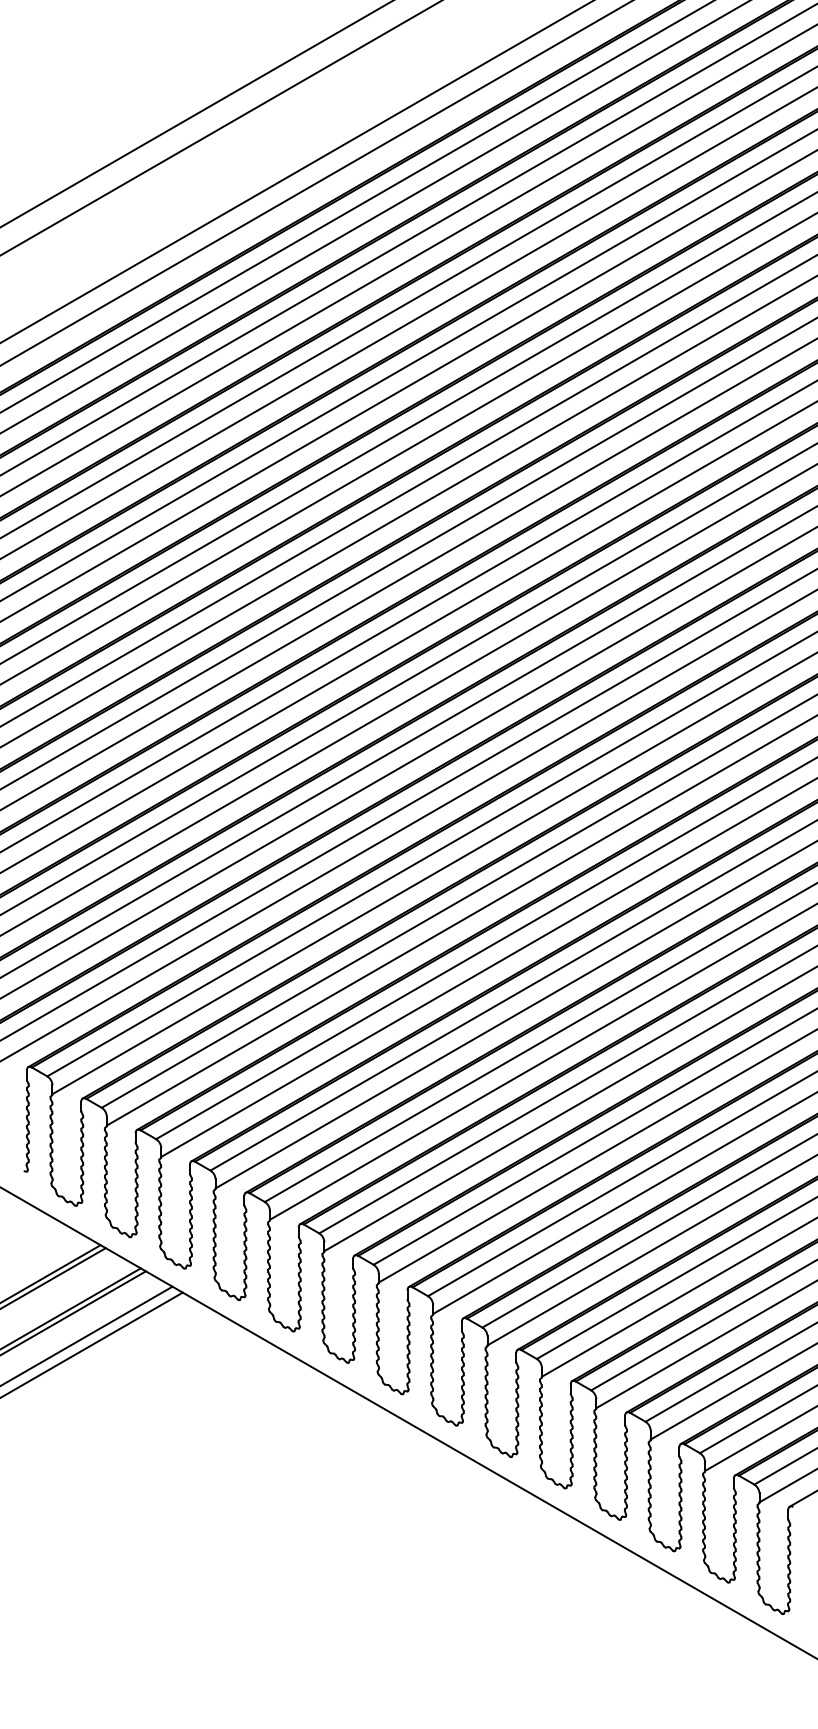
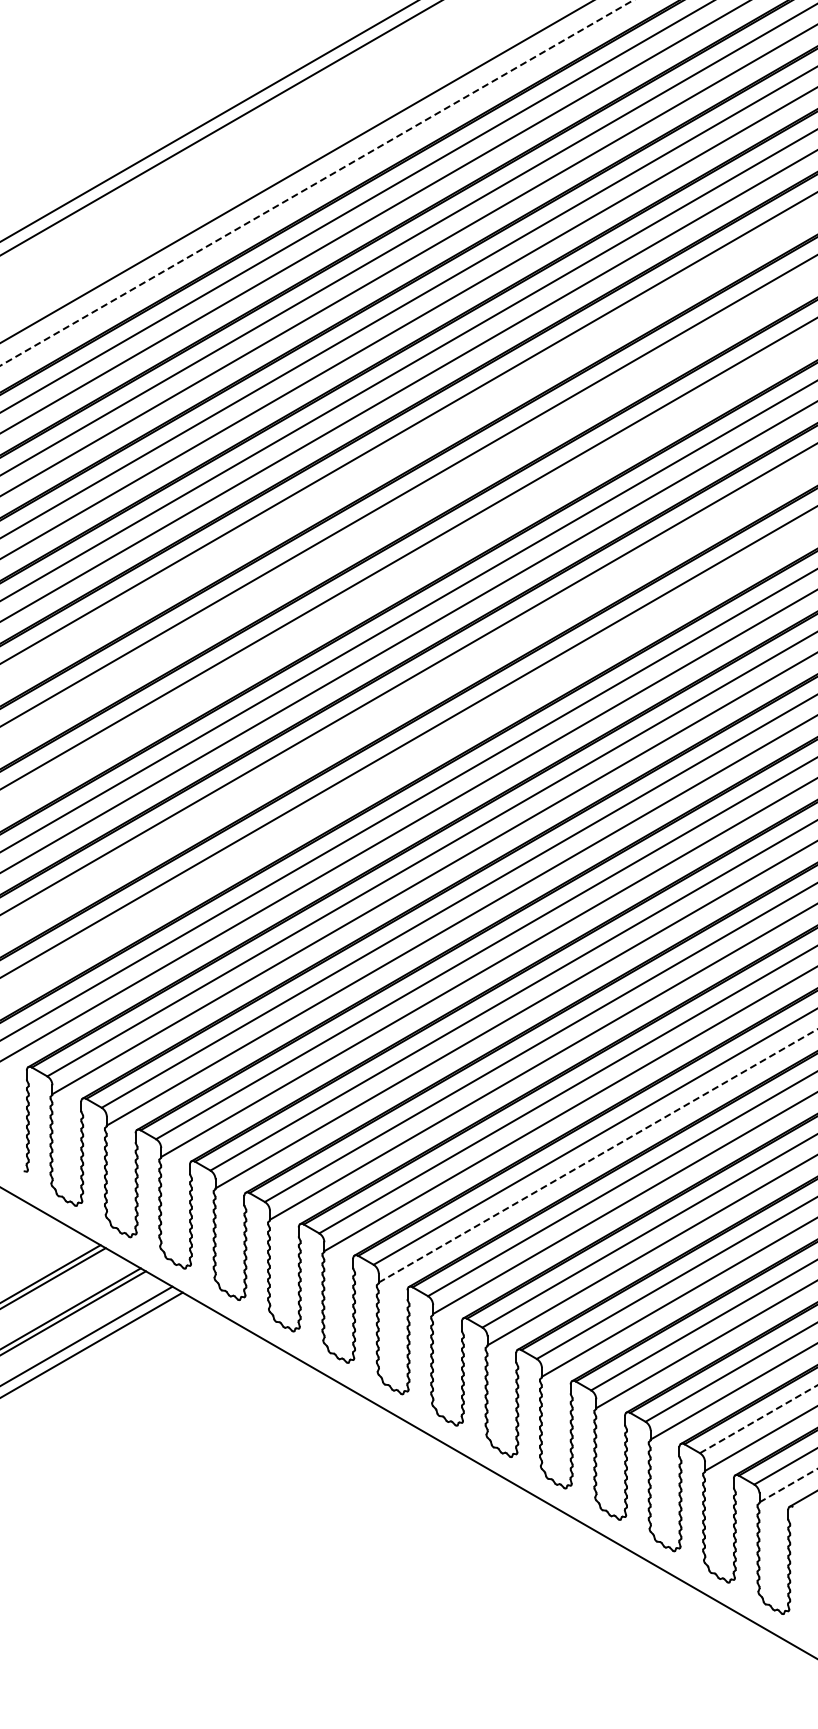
line at (196, 114) position: (196, 114) -> (208, 121)
line at (317, 182): solid -> dashed
line at (408, 448): present -> none
line at (408, 511): present -> none
line at (408, 574): present -> none
line at (408, 699): present -> none
line at (408, 762): present -> none
line at (598, 1155): solid -> dashed
line at (758, 1419): solid -> dashed
line at (788, 1485): solid -> dashed
